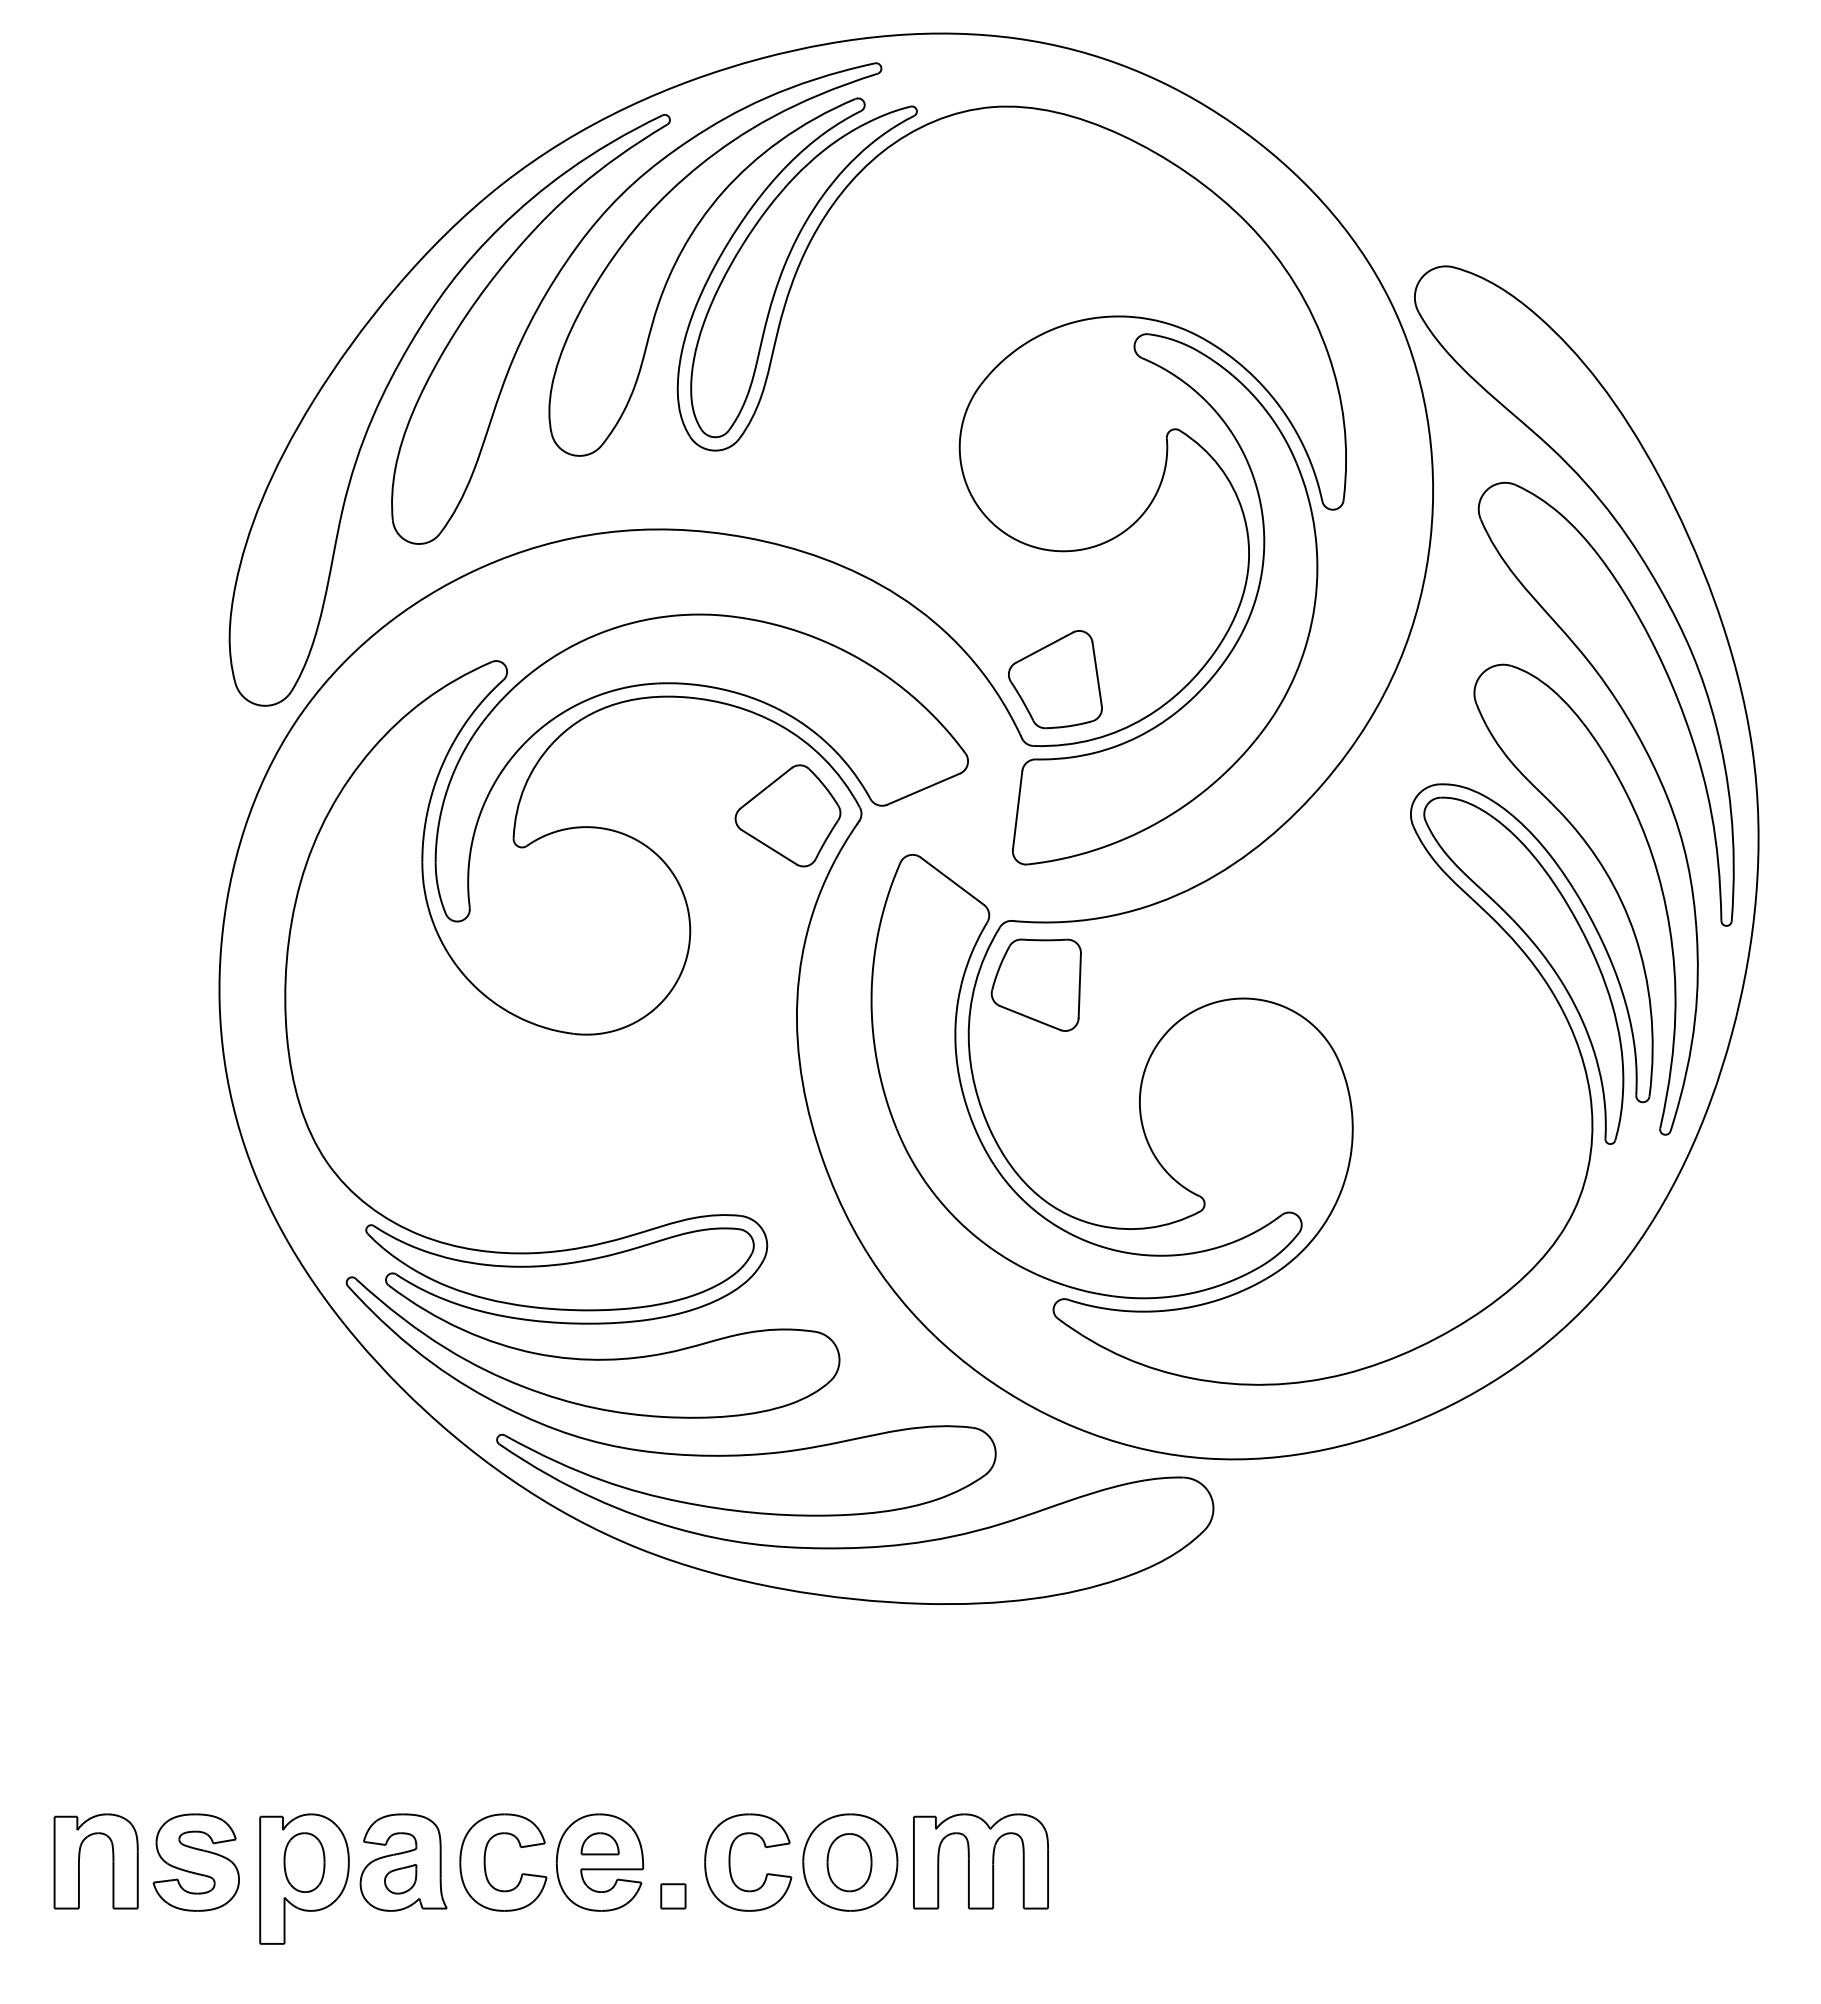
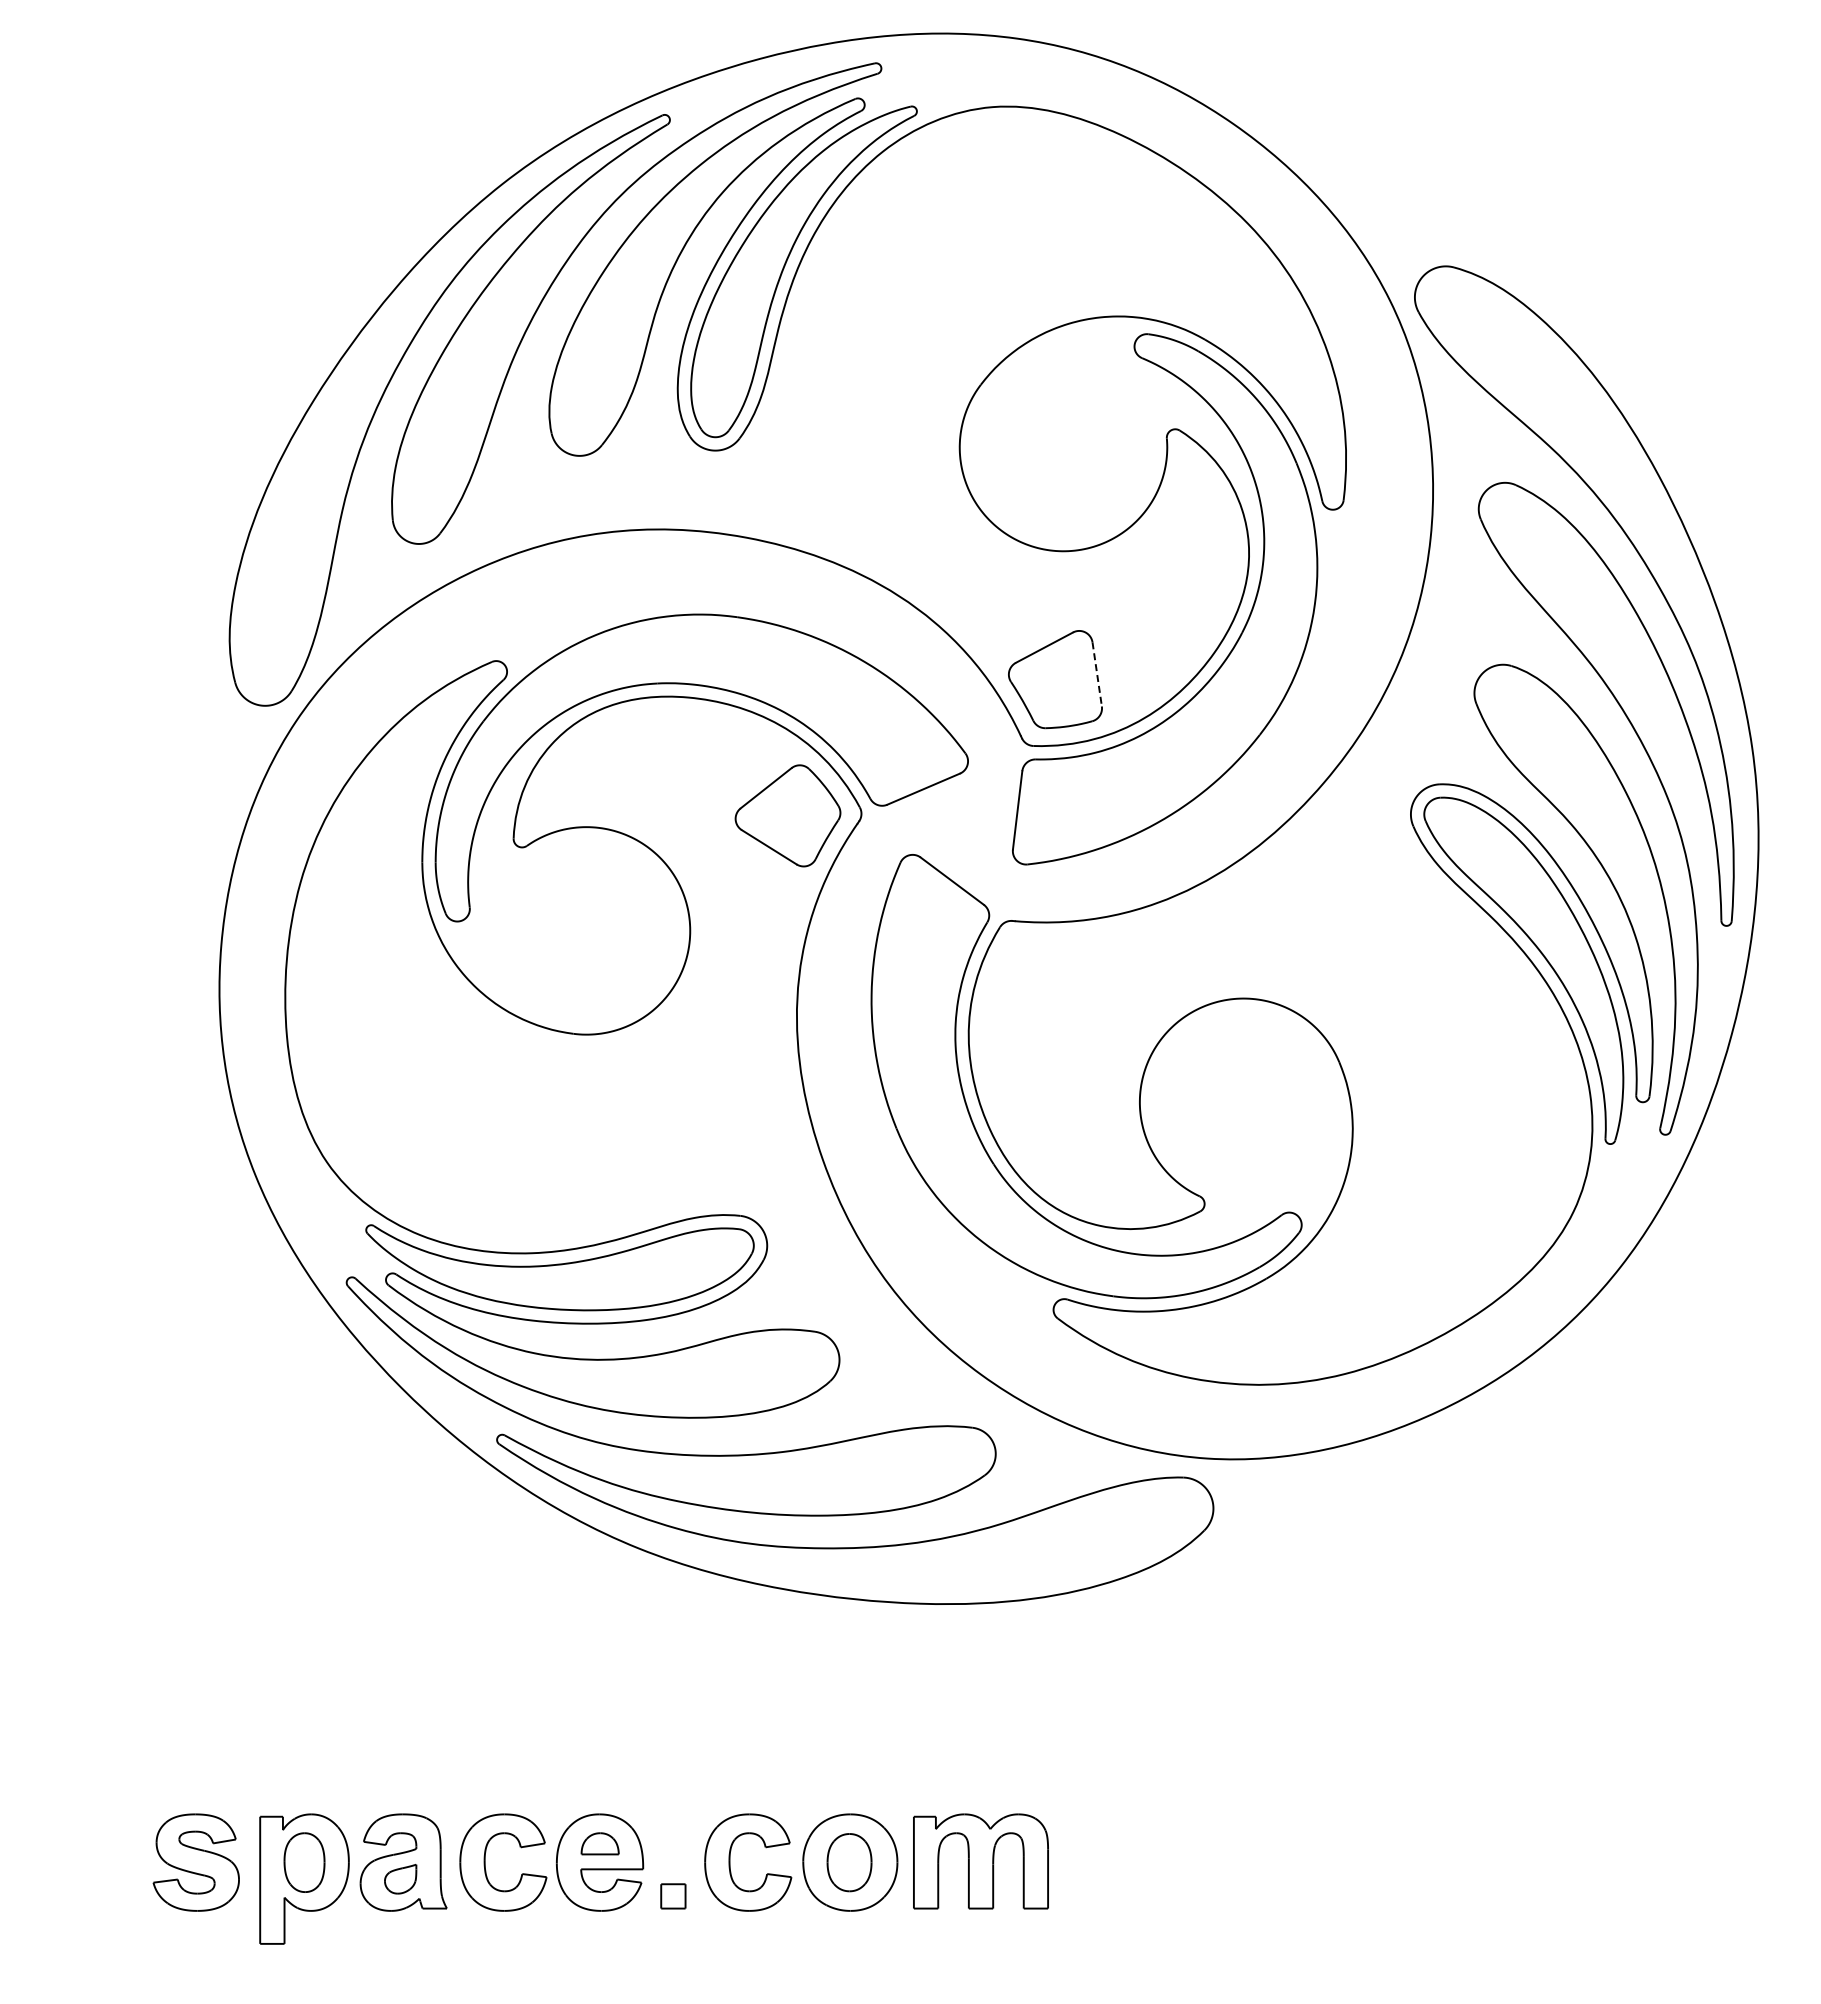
line at (1097, 674): solid -> dashed
part at (1035, 984): present -> none
part at (80, 1856): present -> none
